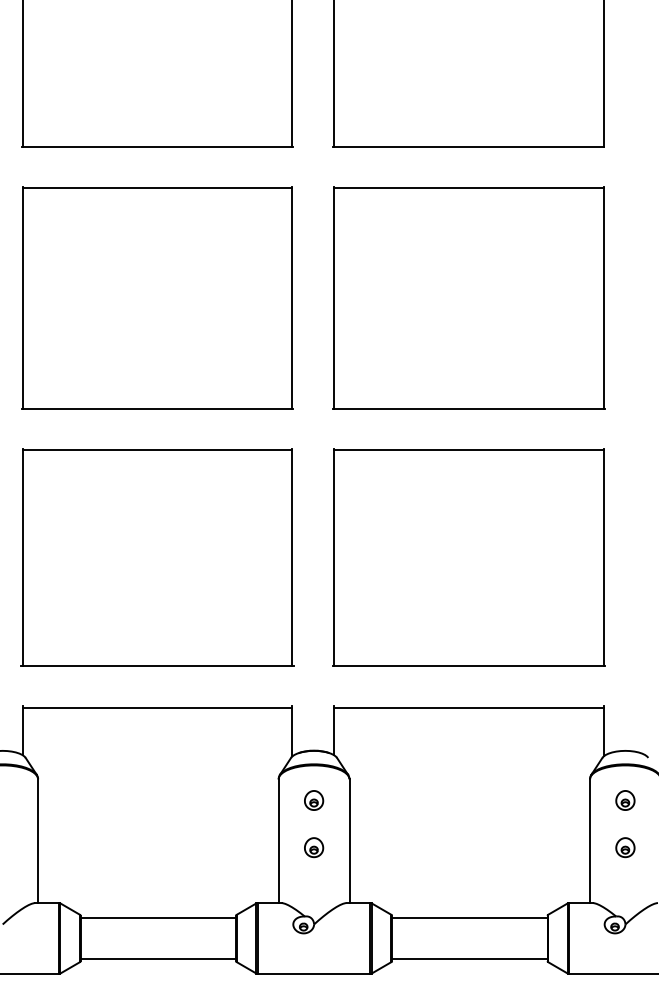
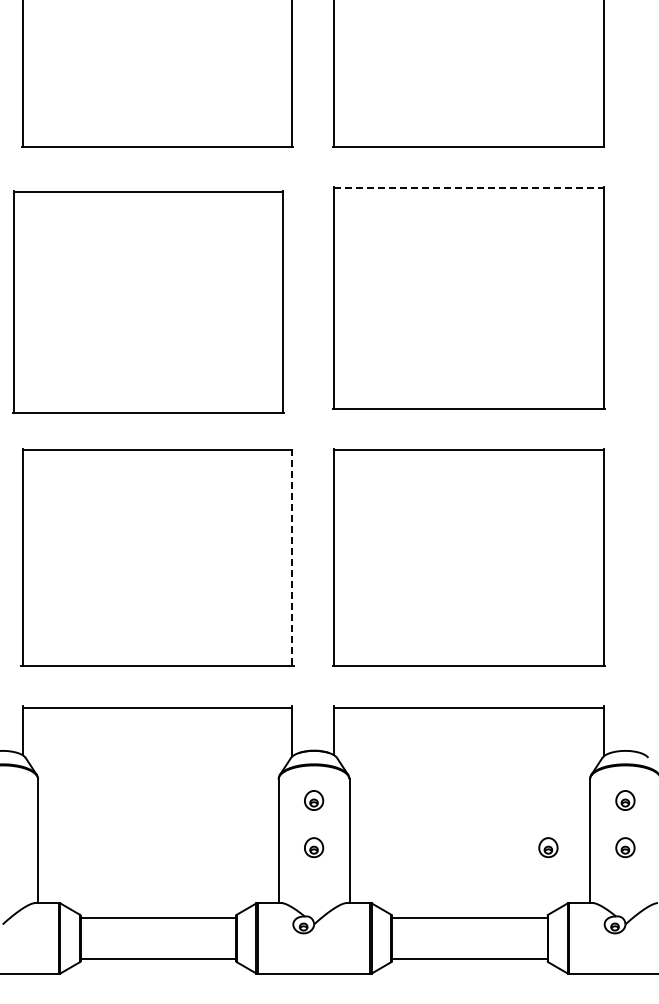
line at (468, 188): solid -> dashed
part at (157, 297) position: (157, 297) -> (148, 301)
line at (292, 558): solid -> dashed
part at (548, 847): none -> present
